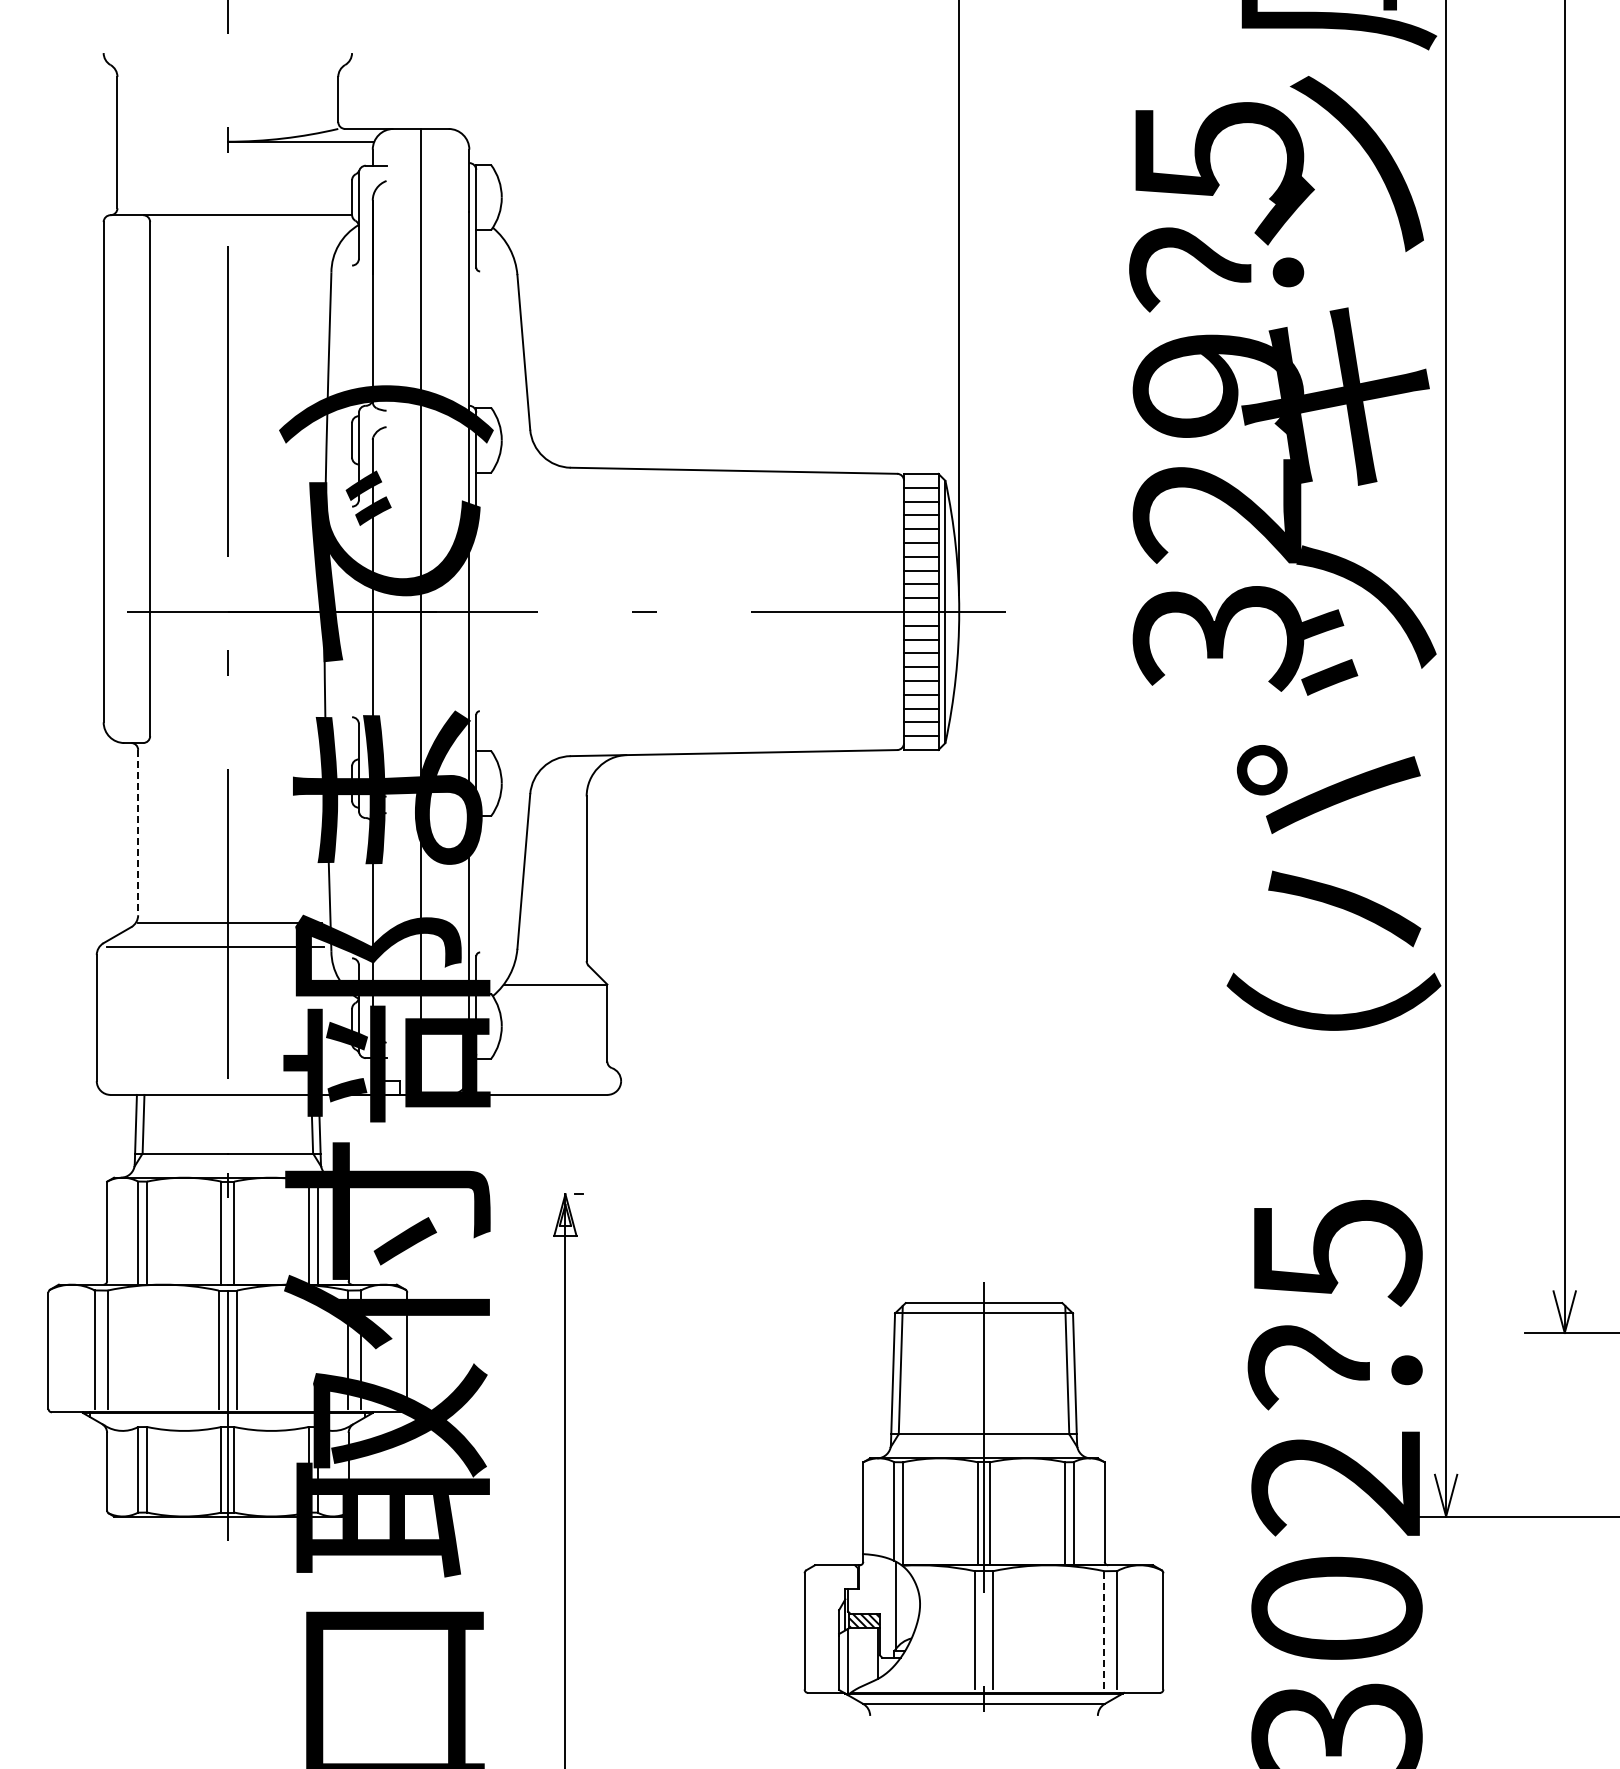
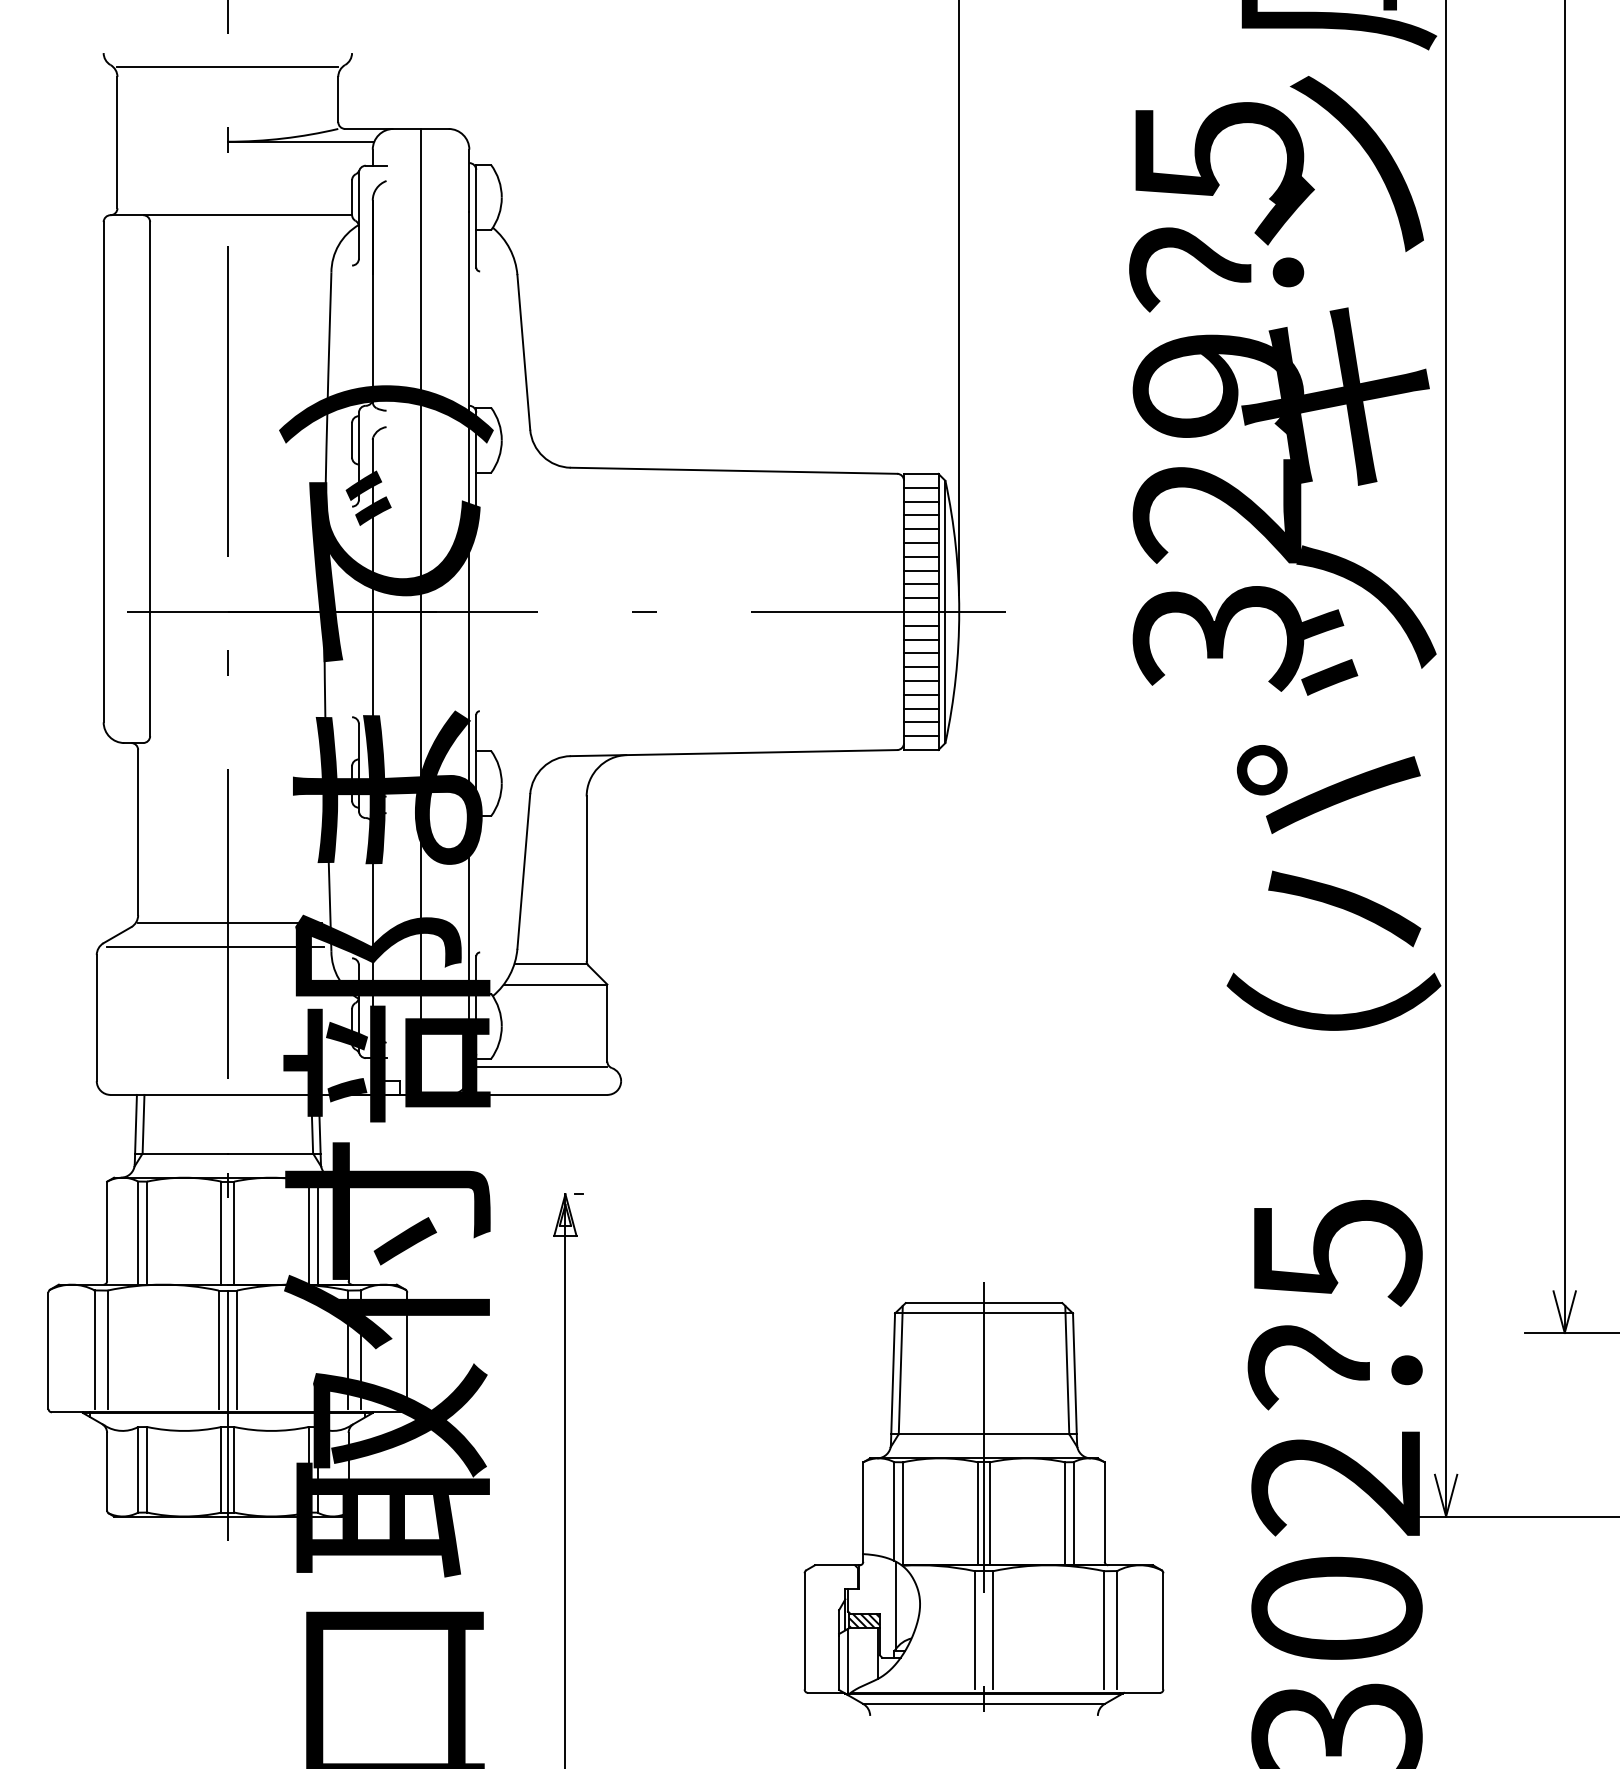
line at (227, 66): none -> present
line at (138, 832): dashed -> solid
line at (551, 963): none -> present
line at (538, 1067): none -> present
line at (1104, 1629): dashed -> solid
